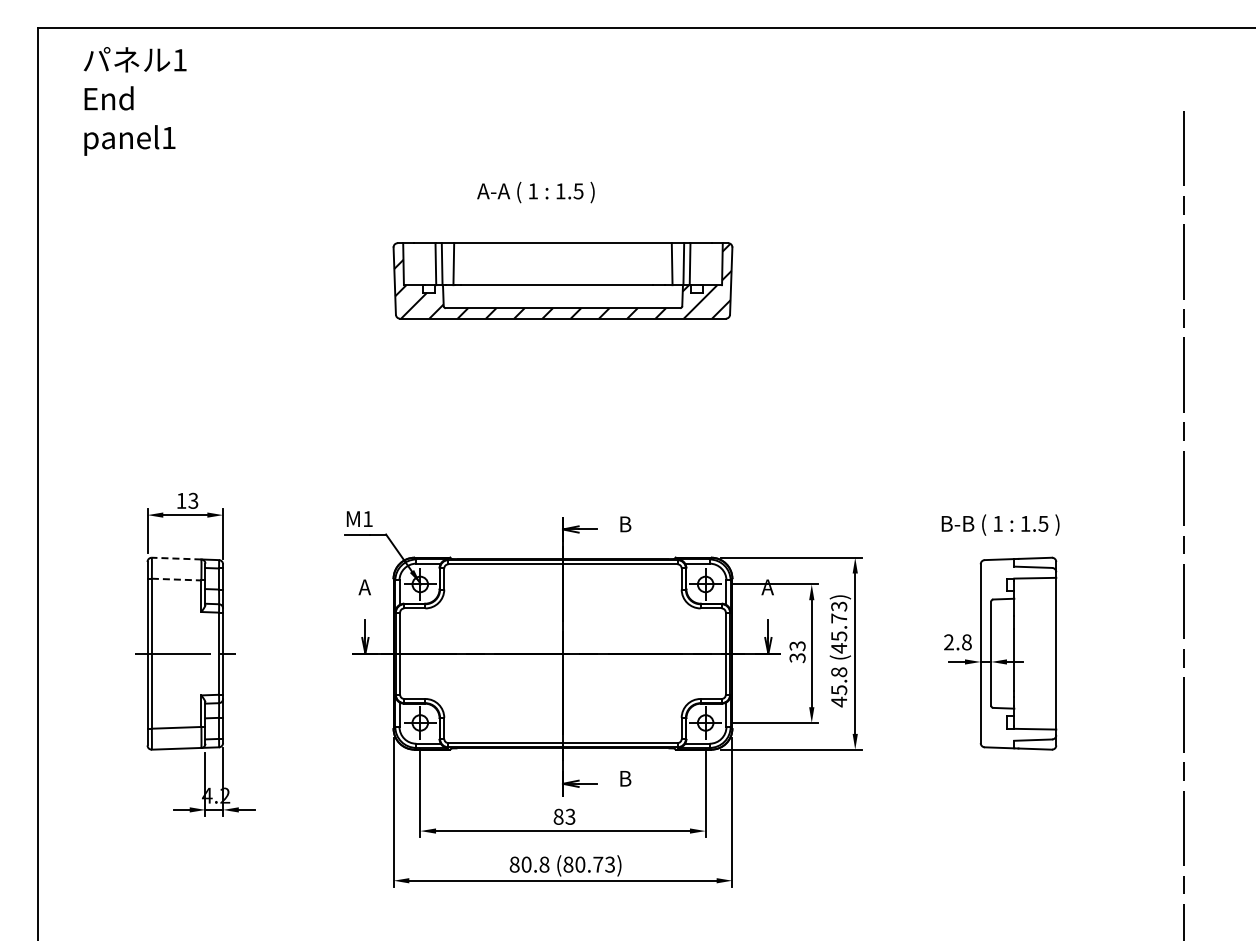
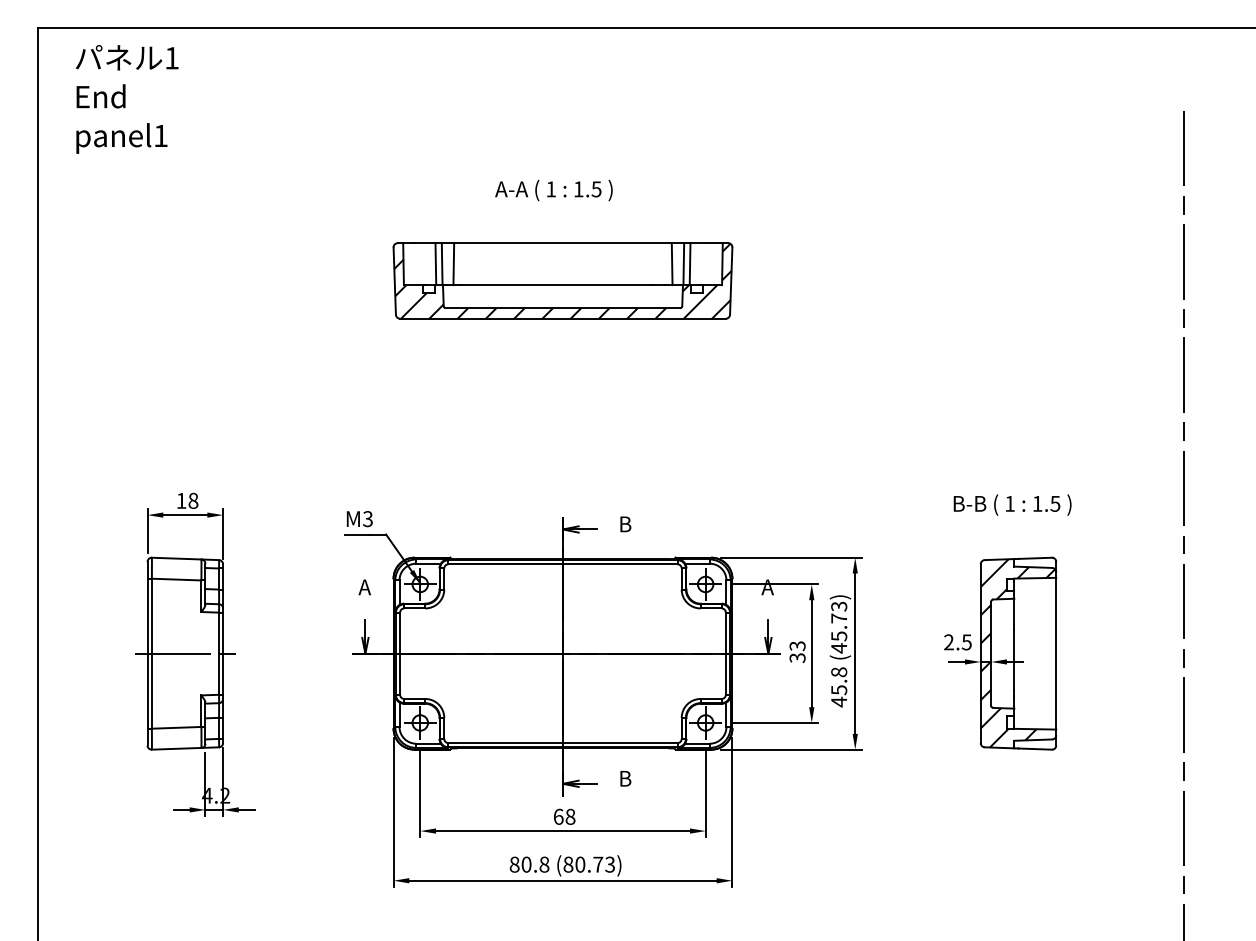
text at (134, 101) position: (134, 101) -> (126, 99)
text at (535, 192) position: (535, 192) -> (553, 190)
text at (193, 500): 13 -> 18
text at (367, 519): M1 -> M3
text at (1000, 524) position: (1000, 524) -> (1012, 504)
line at (176, 558): dashed -> solid
line at (176, 579): dashed -> solid
text at (966, 642): 2.8 -> 2.5
hatch at (1017, 653): none -> present
text at (564, 816): 83 -> 68
